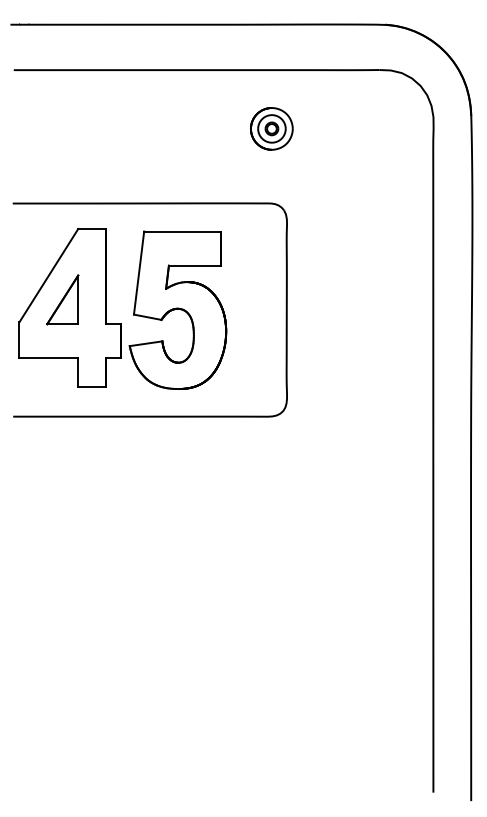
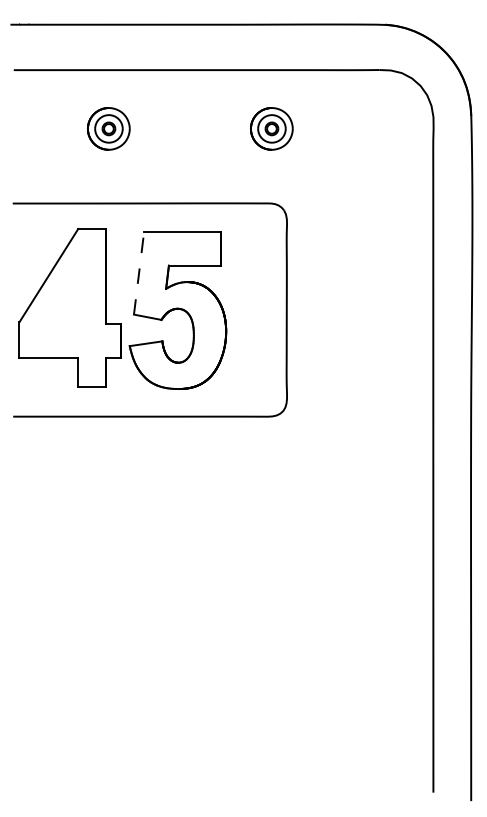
part at (108, 128): none -> present
line at (139, 273): solid -> dashed
part at (62, 299): present -> none
